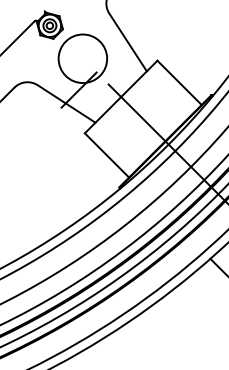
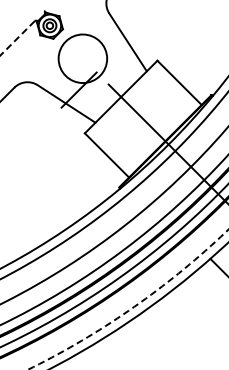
line at (17, 38): solid -> dashed
arc at (133, 307): solid -> dashed
